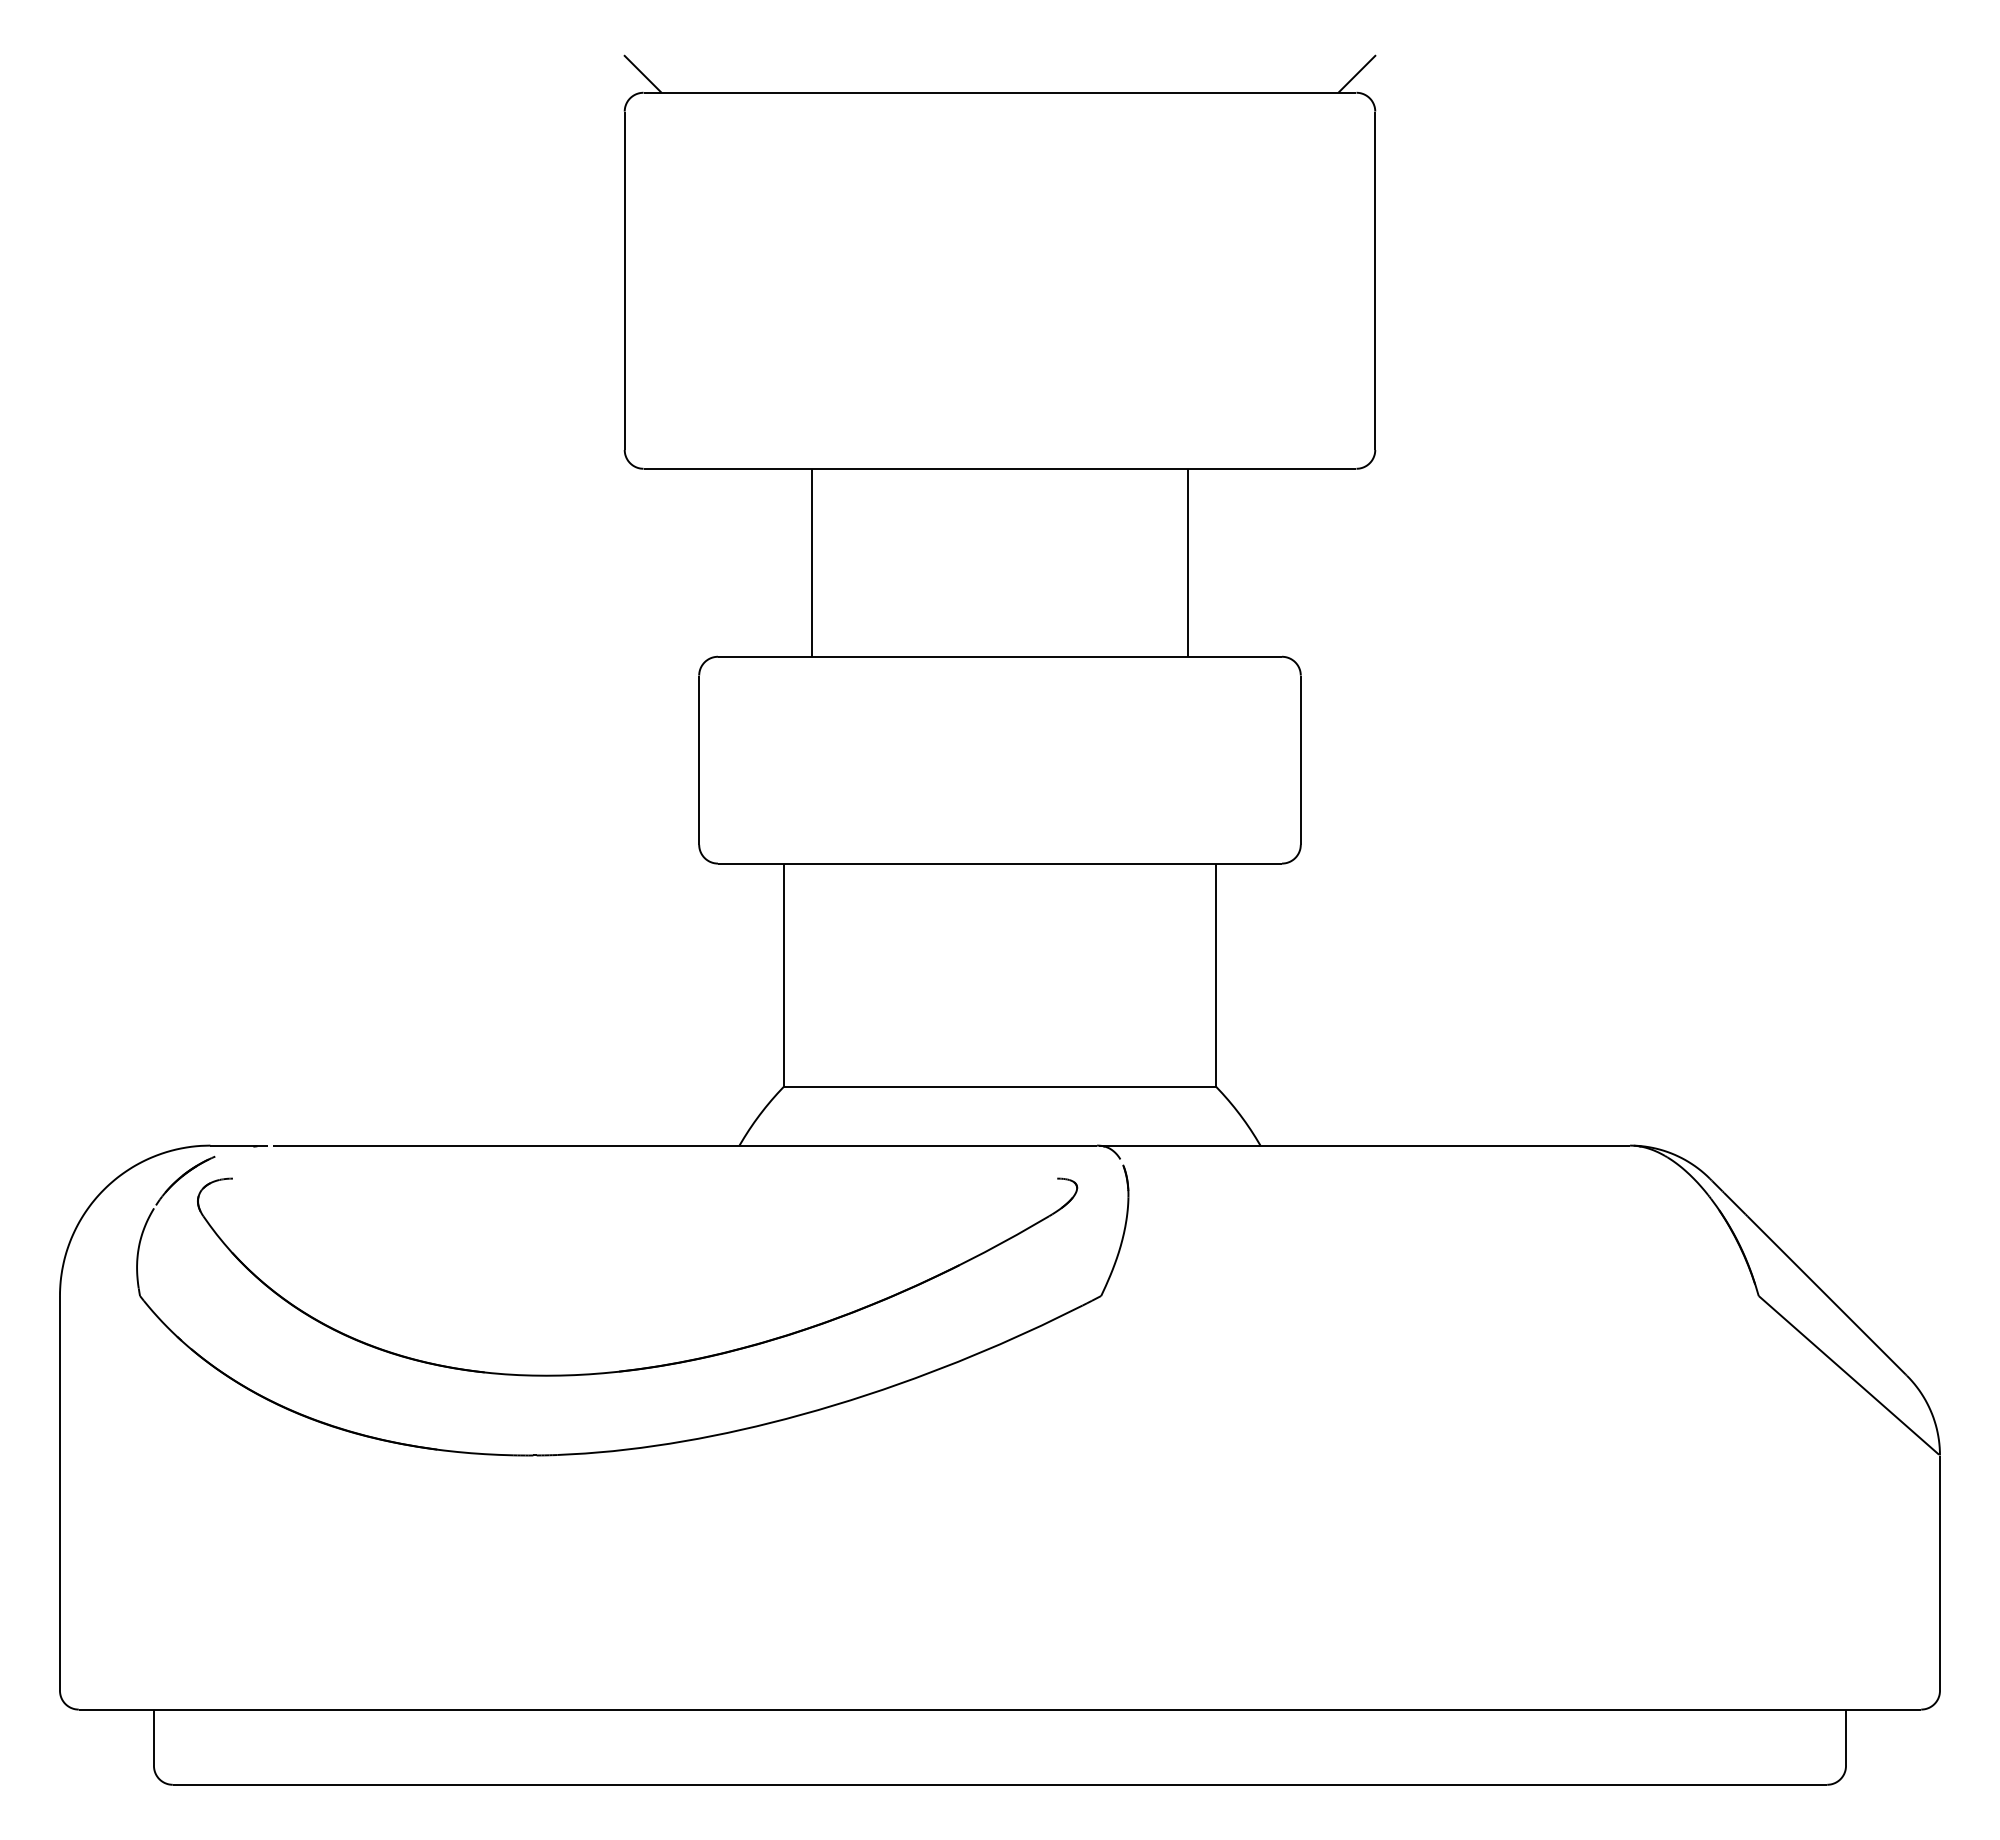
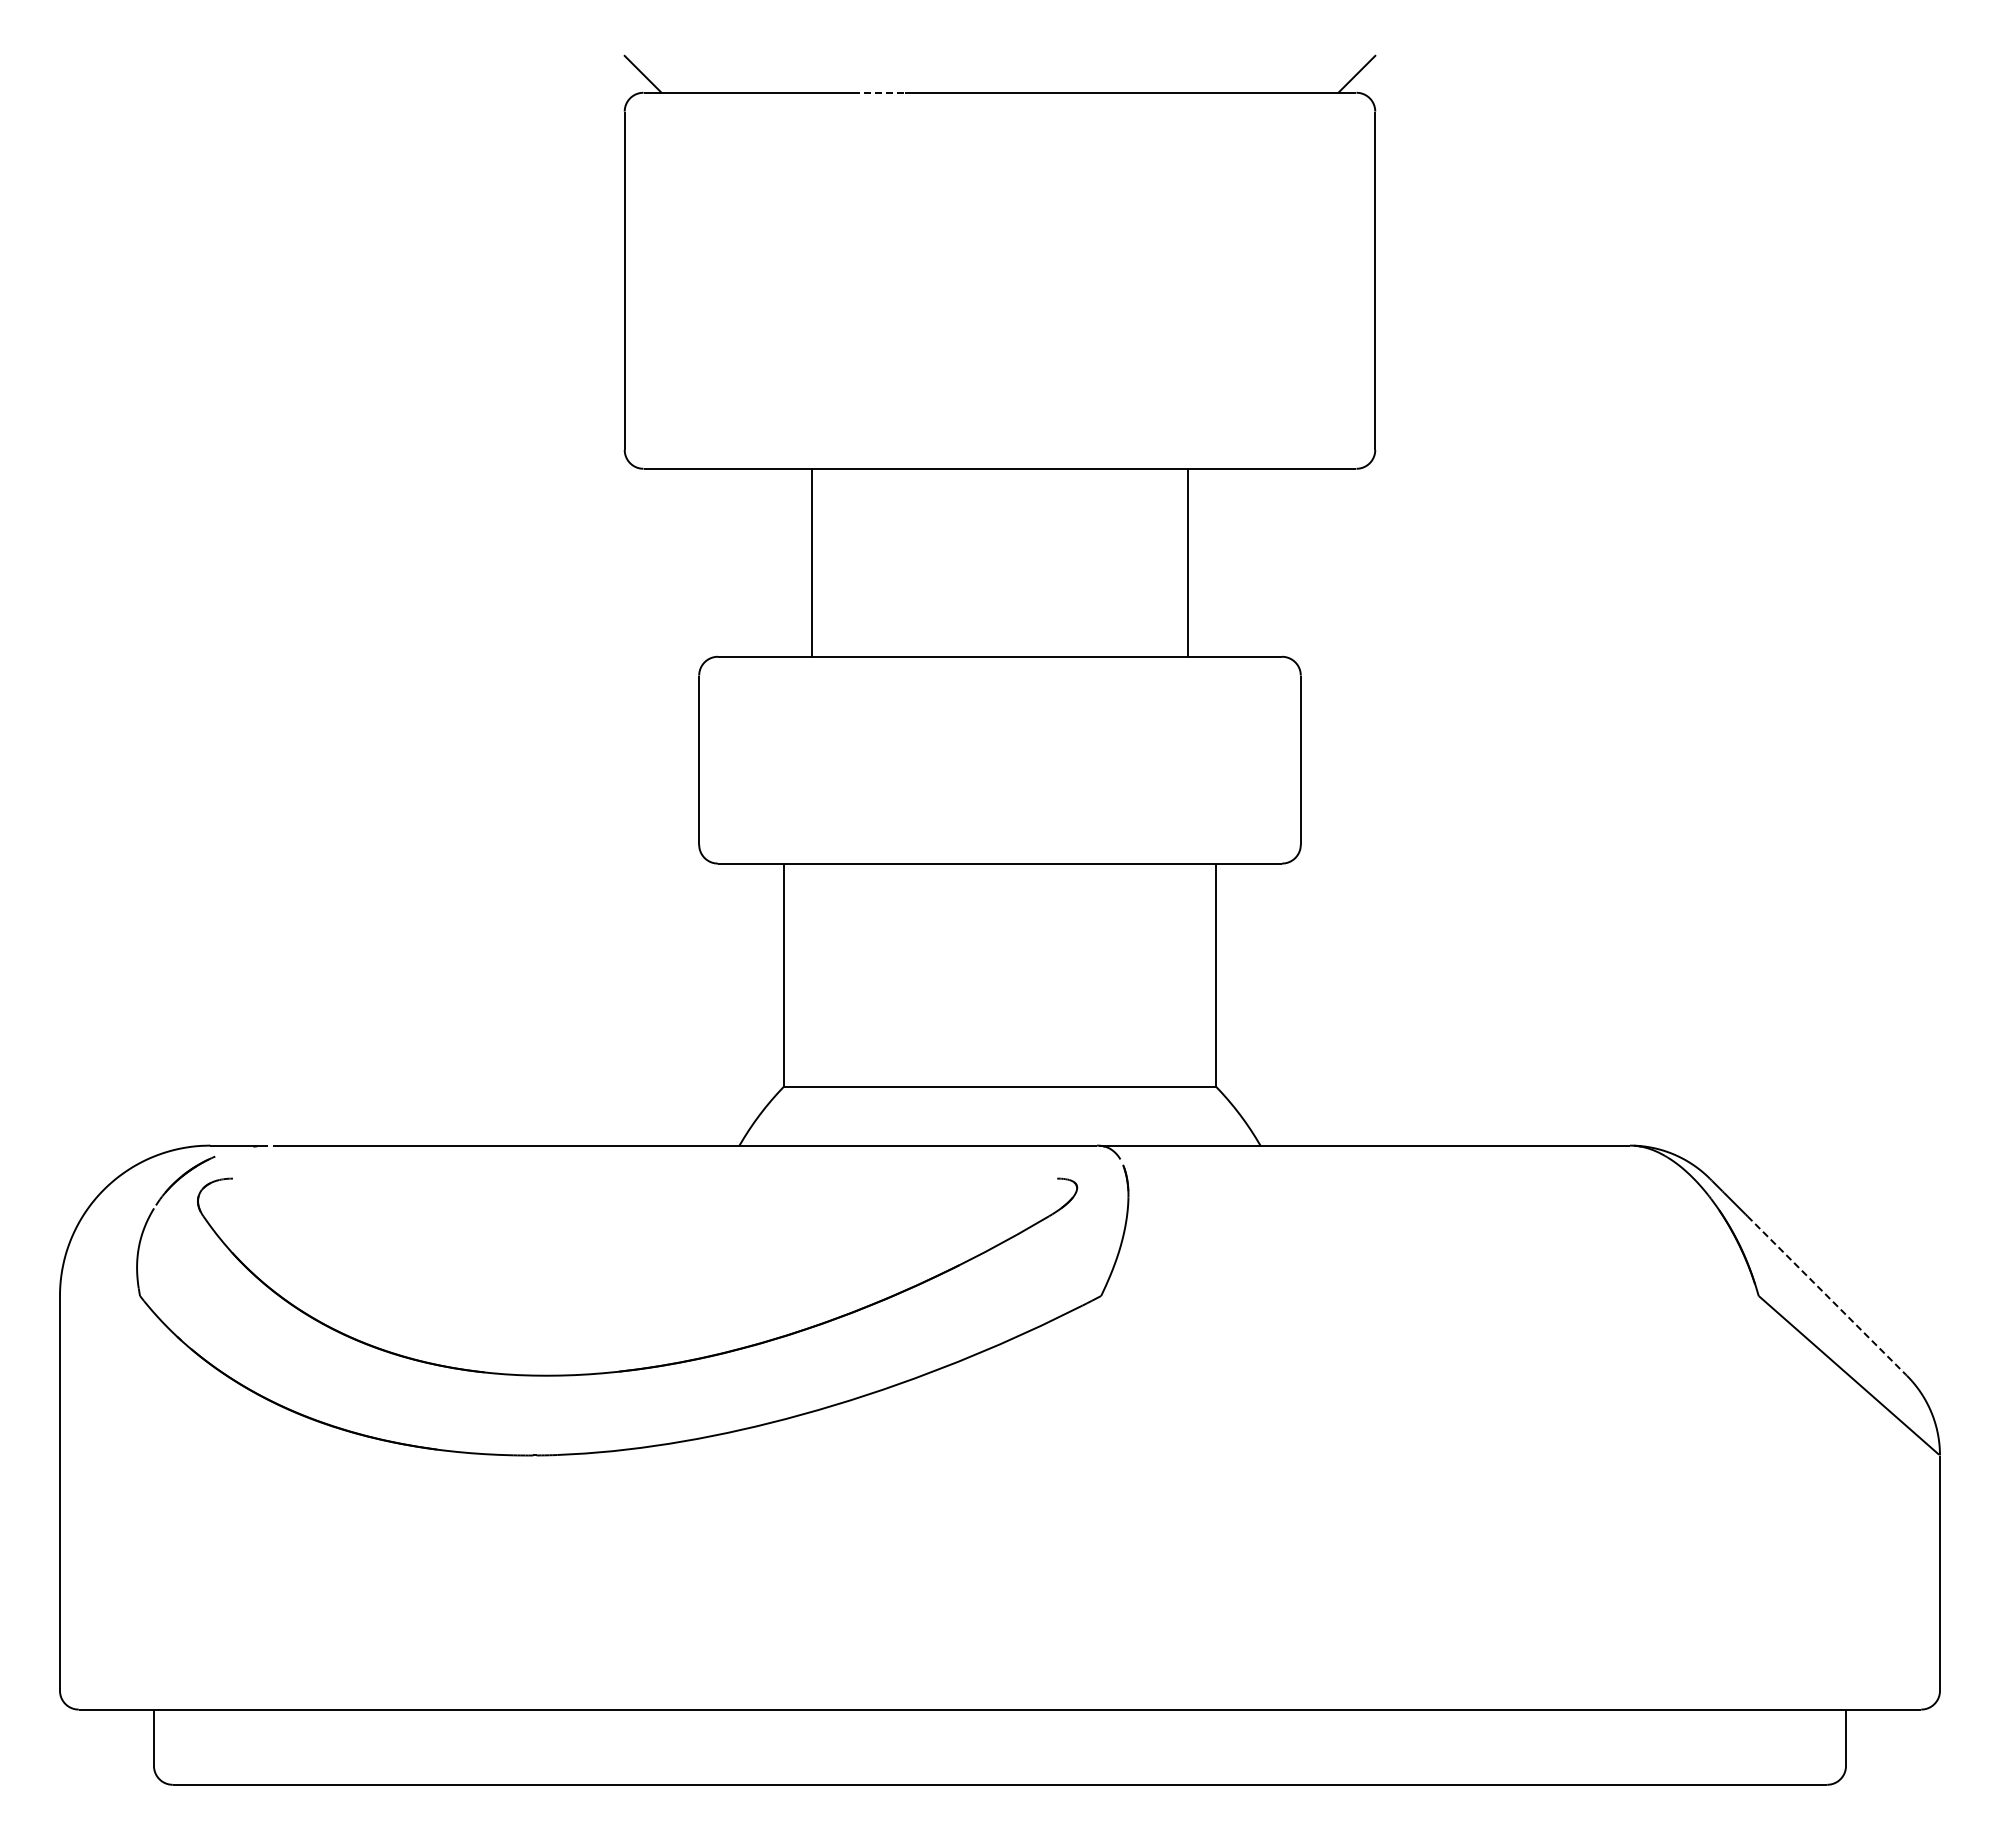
line at (878, 92): solid -> dashed
line at (1826, 1295): solid -> dashed
